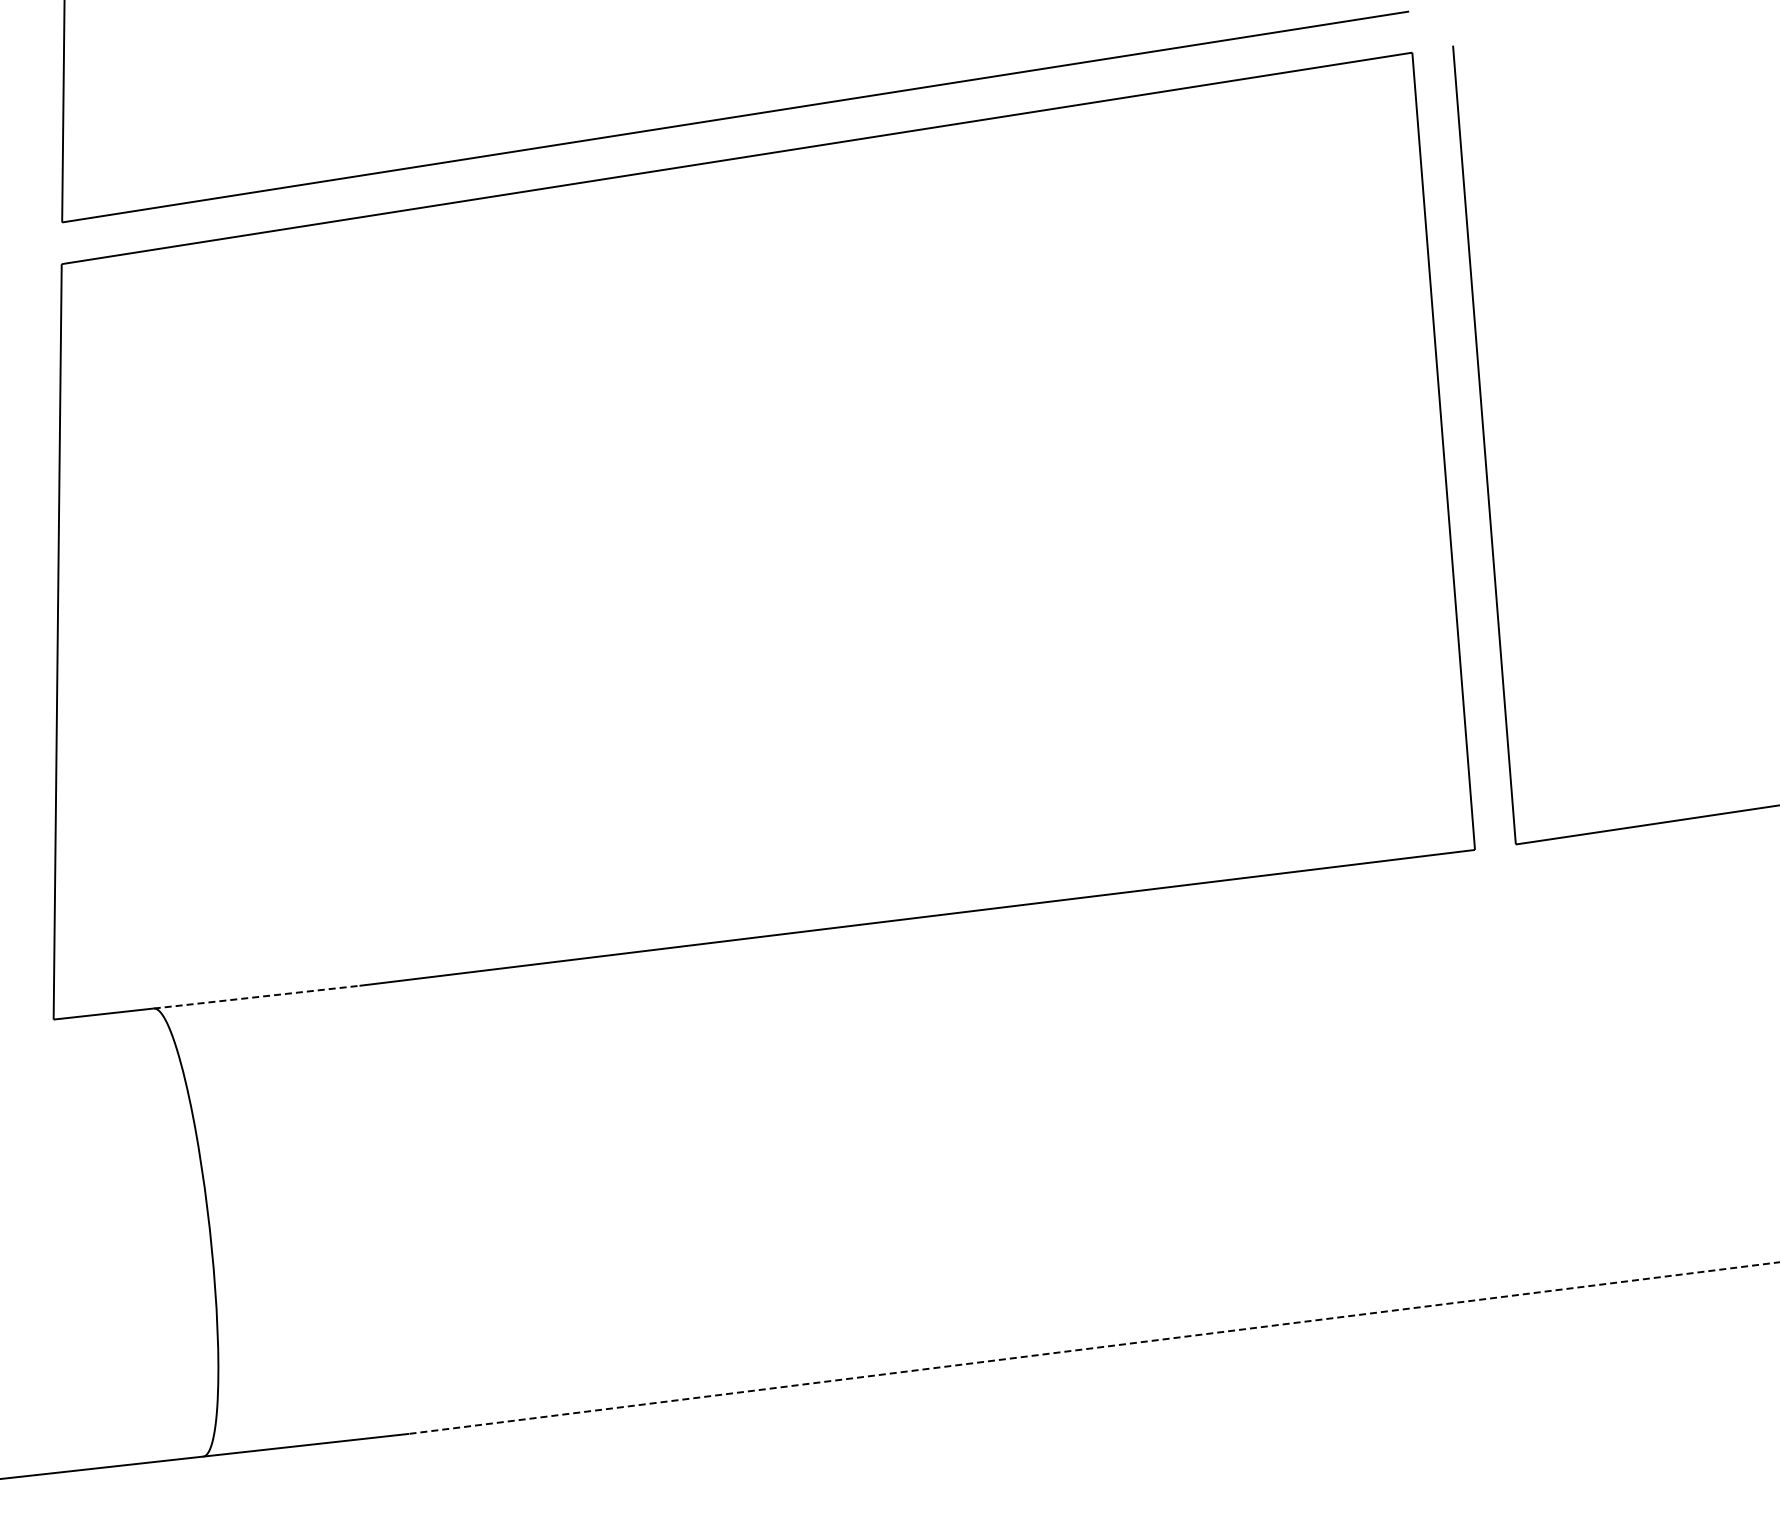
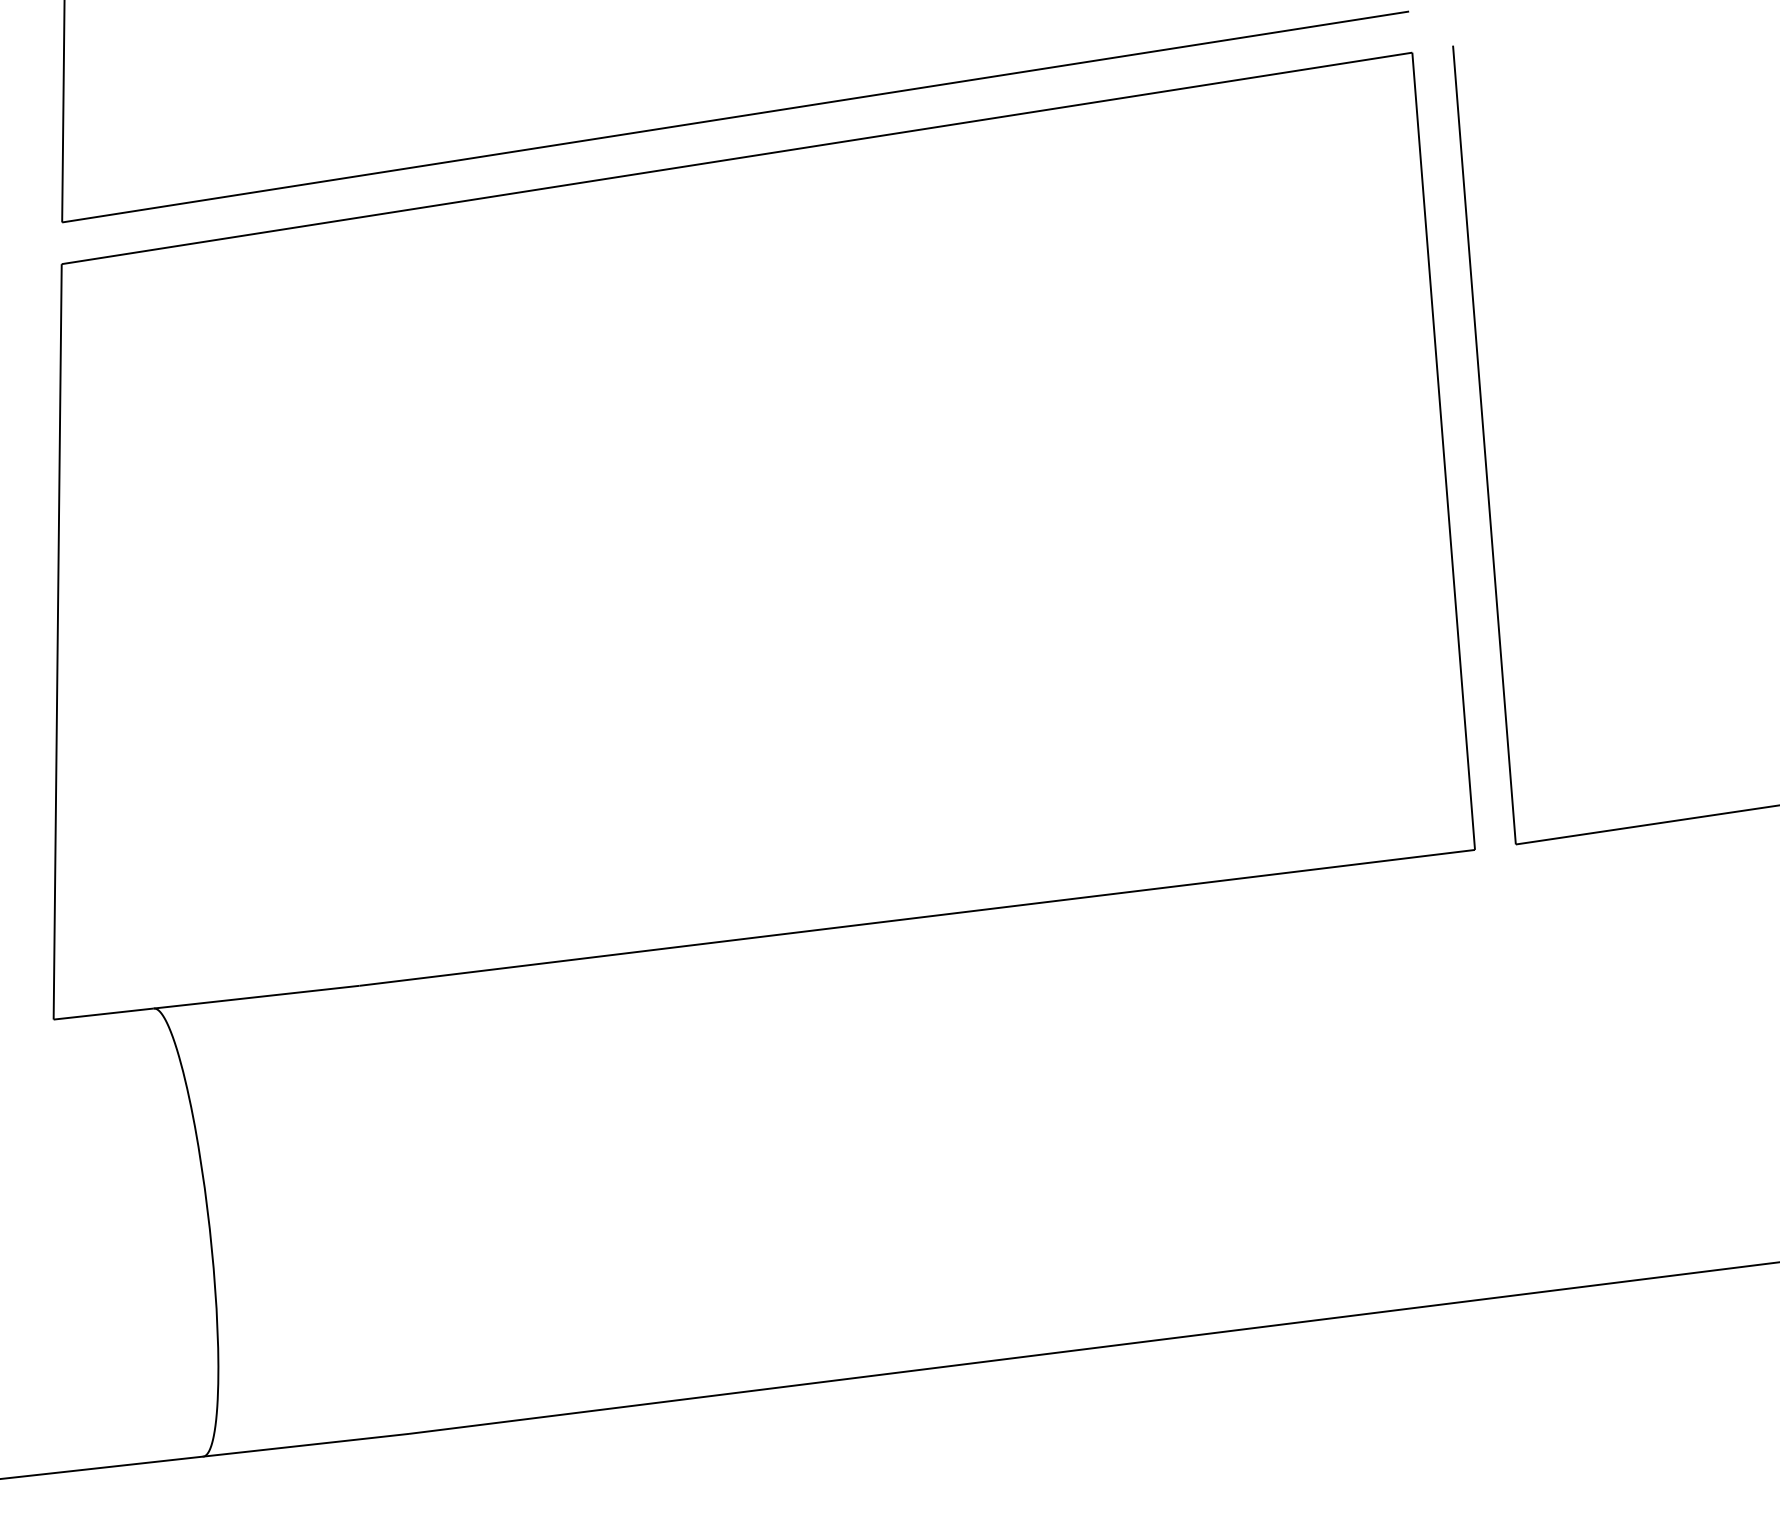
line at (256, 997): dashed -> solid
line at (1094, 1348): dashed -> solid
